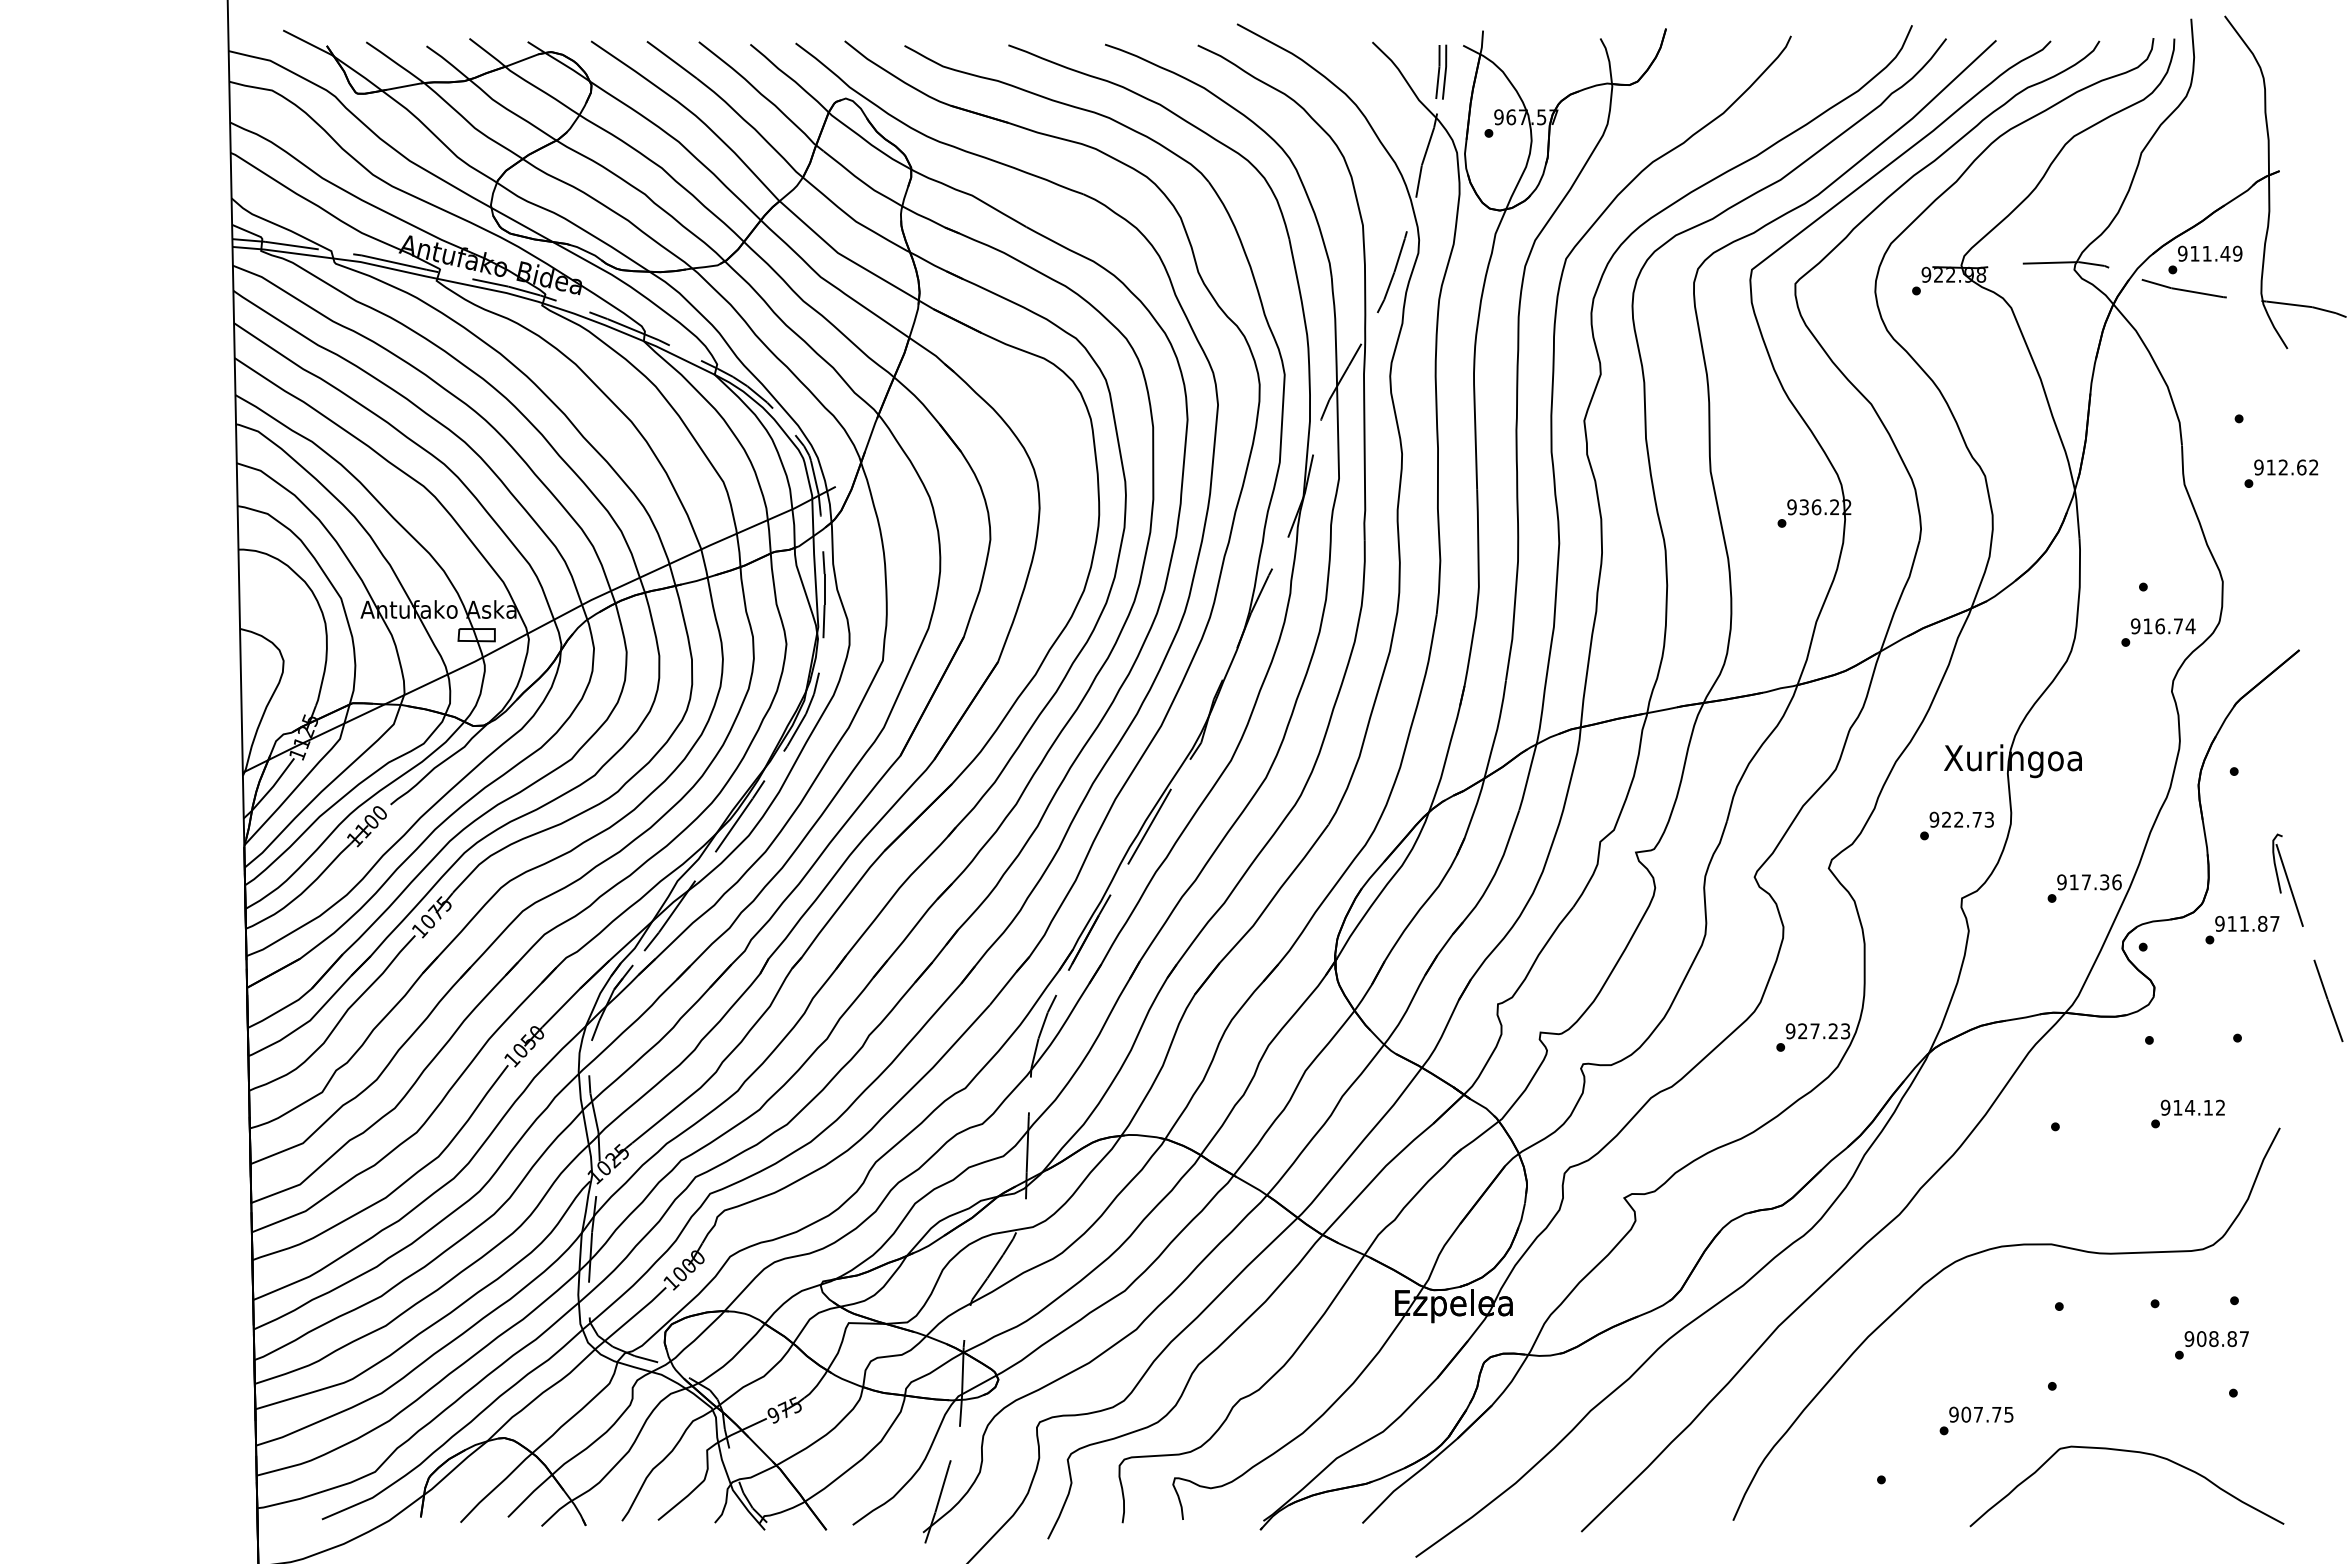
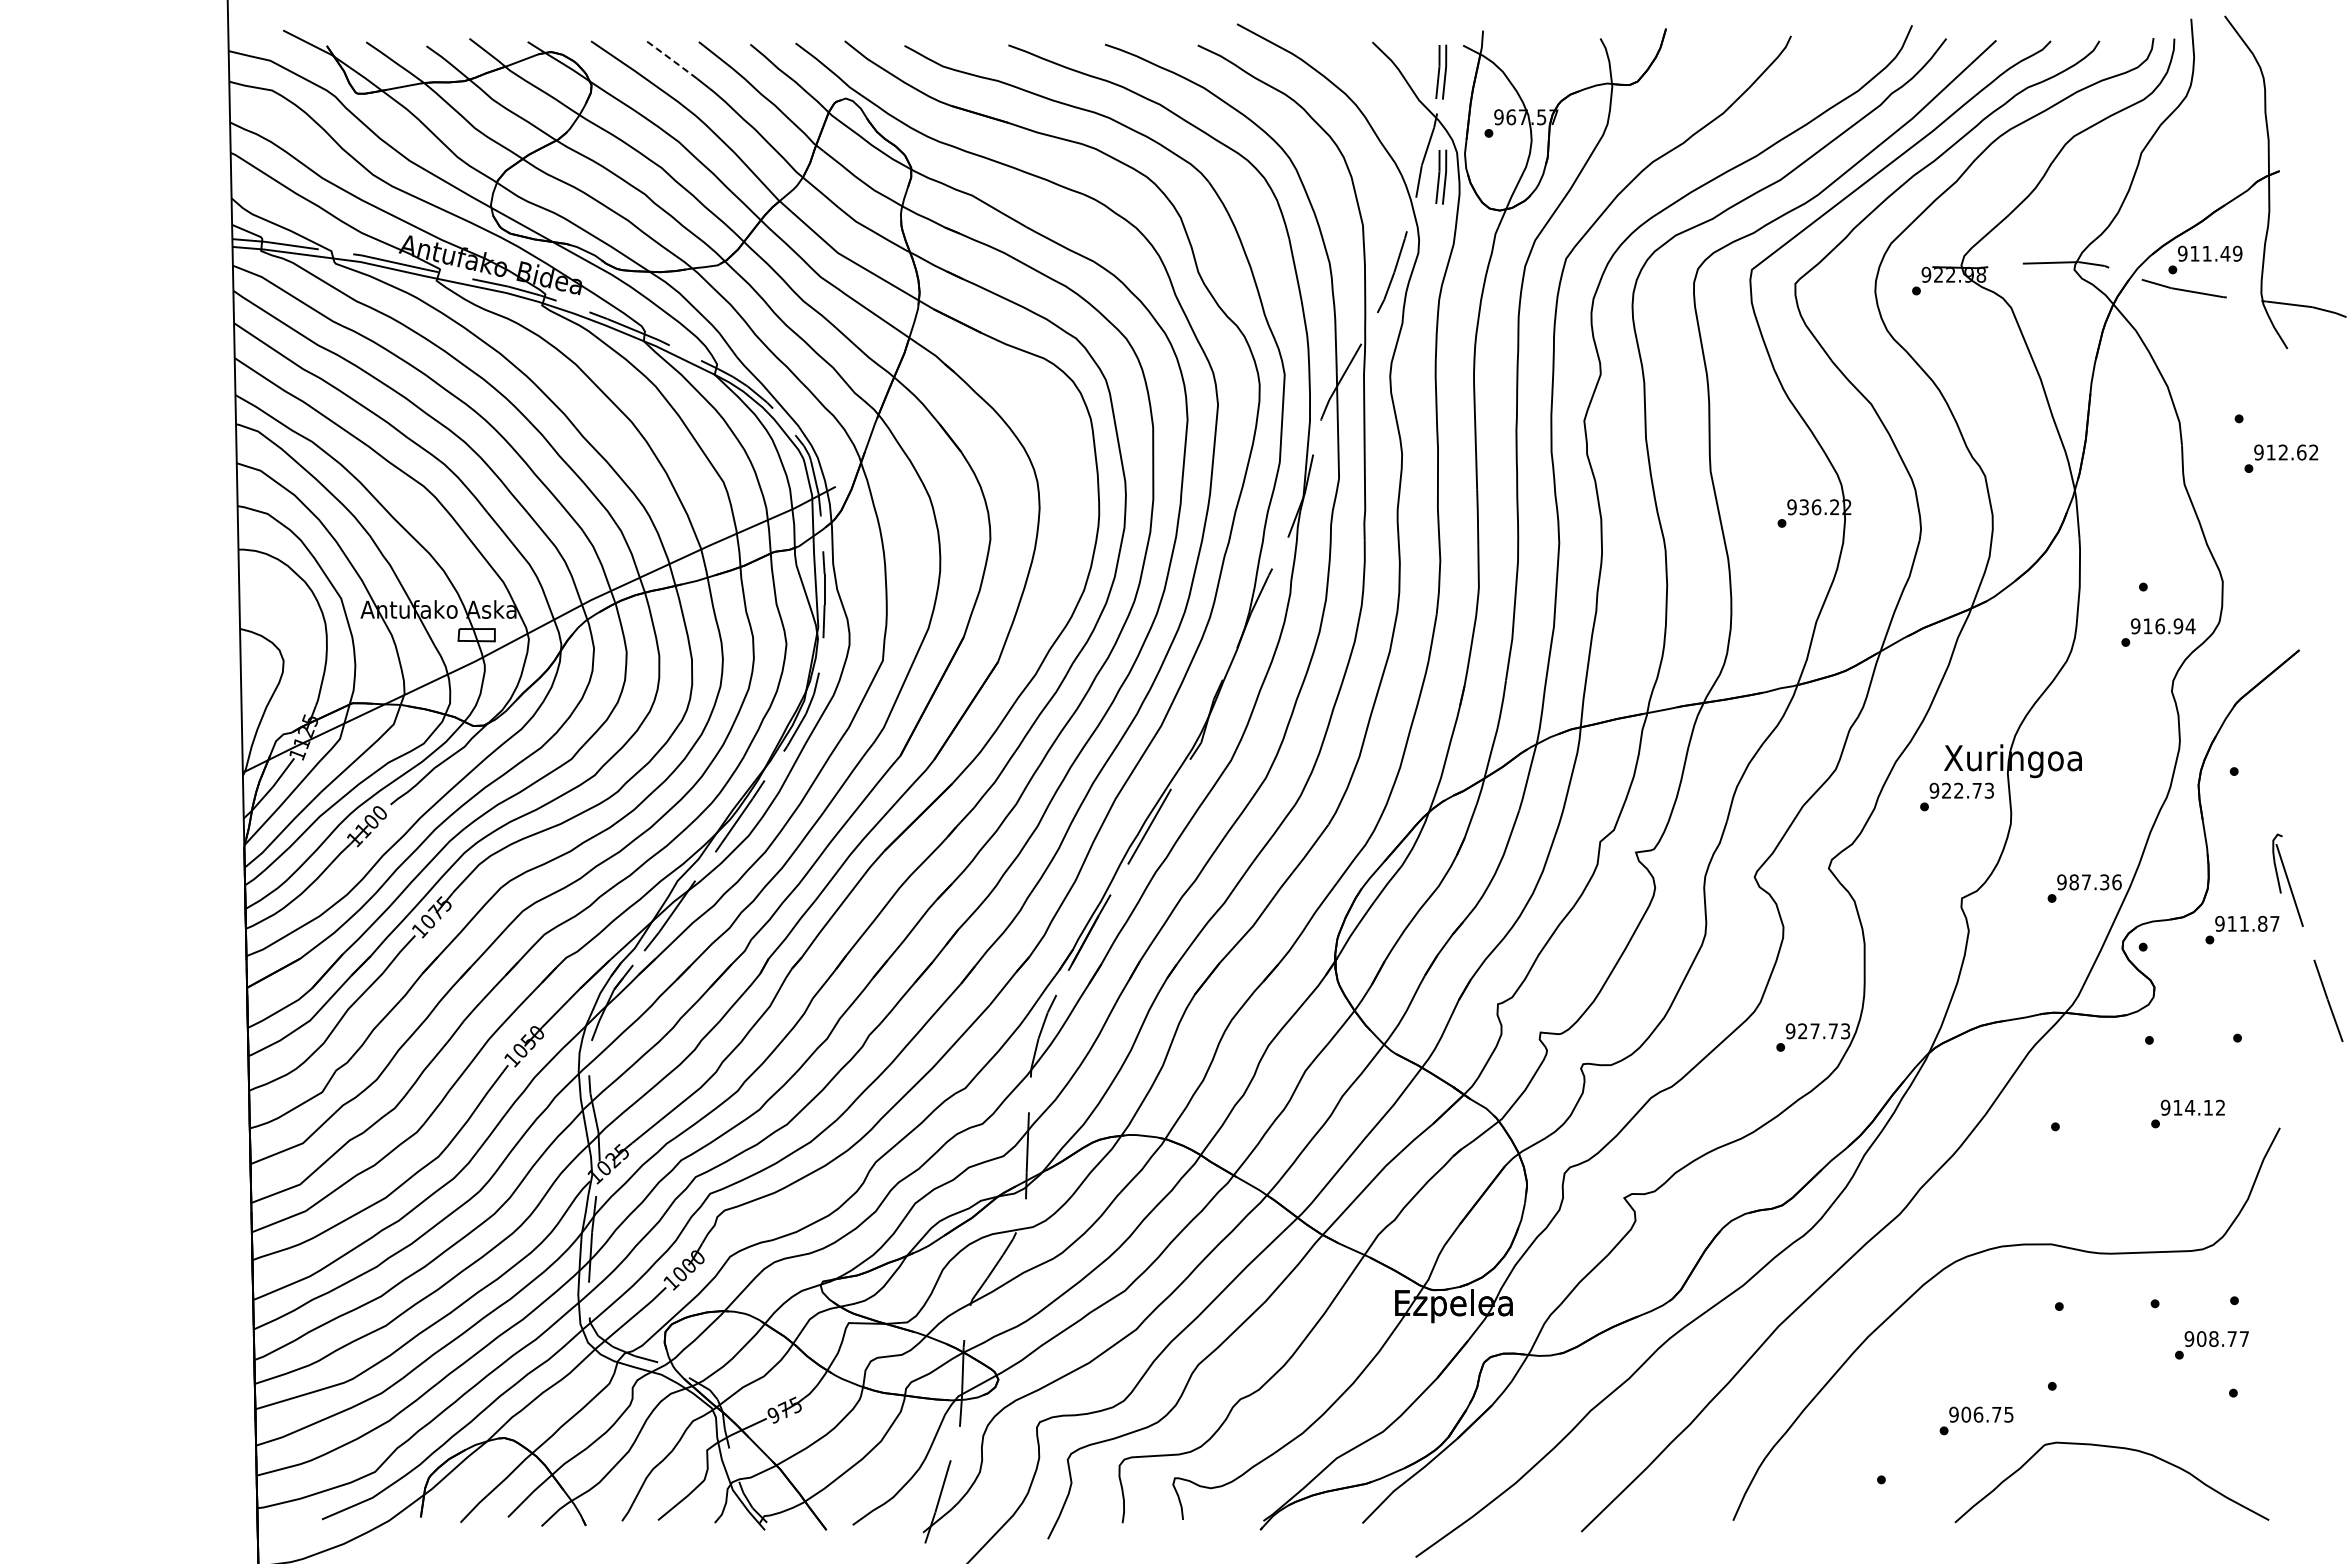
line at (672, 60): solid -> dashed
part at (1441, 176): none -> present
part at (2281, 473) position: (2281, 473) -> (2281, 458)
text at (2178, 626): 916.74 -> 916.94
part at (1956, 825) position: (1956, 825) -> (1956, 796)
text at (2073, 882): 917.36 -> 987.36
text at (1832, 1031): 927.23 -> 927.73
text at (2231, 1339): 908.87 -> 908.77
text at (1978, 1414): 907.75 -> 906.75
curve at (2130, 1452) position: (2130, 1452) -> (2115, 1448)
